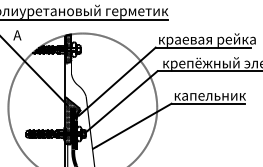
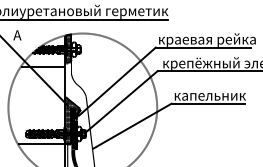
hatch at (40, 105): none -> present
